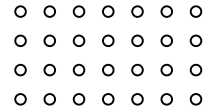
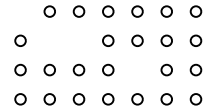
circle at (20, 11): present -> none
circle at (49, 40): present -> none
circle at (78, 40): present -> none
circle at (137, 69): present -> none
